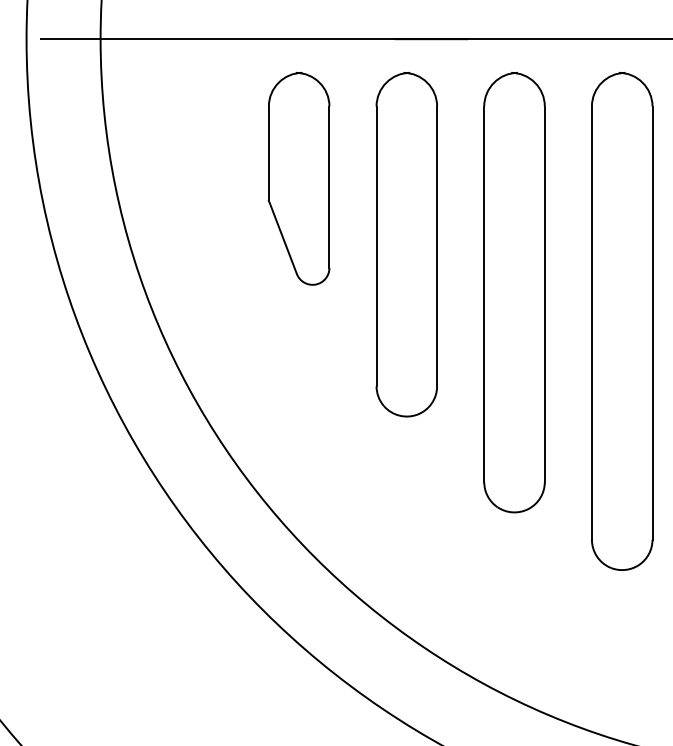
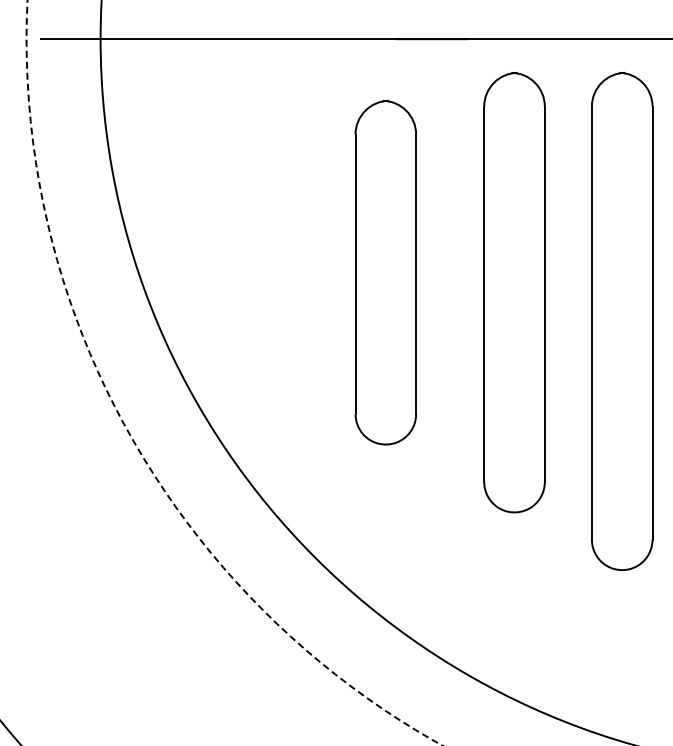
part at (298, 178): present -> none
part at (406, 244) position: (406, 244) -> (385, 272)
circle at (234, 372): solid -> dashed
